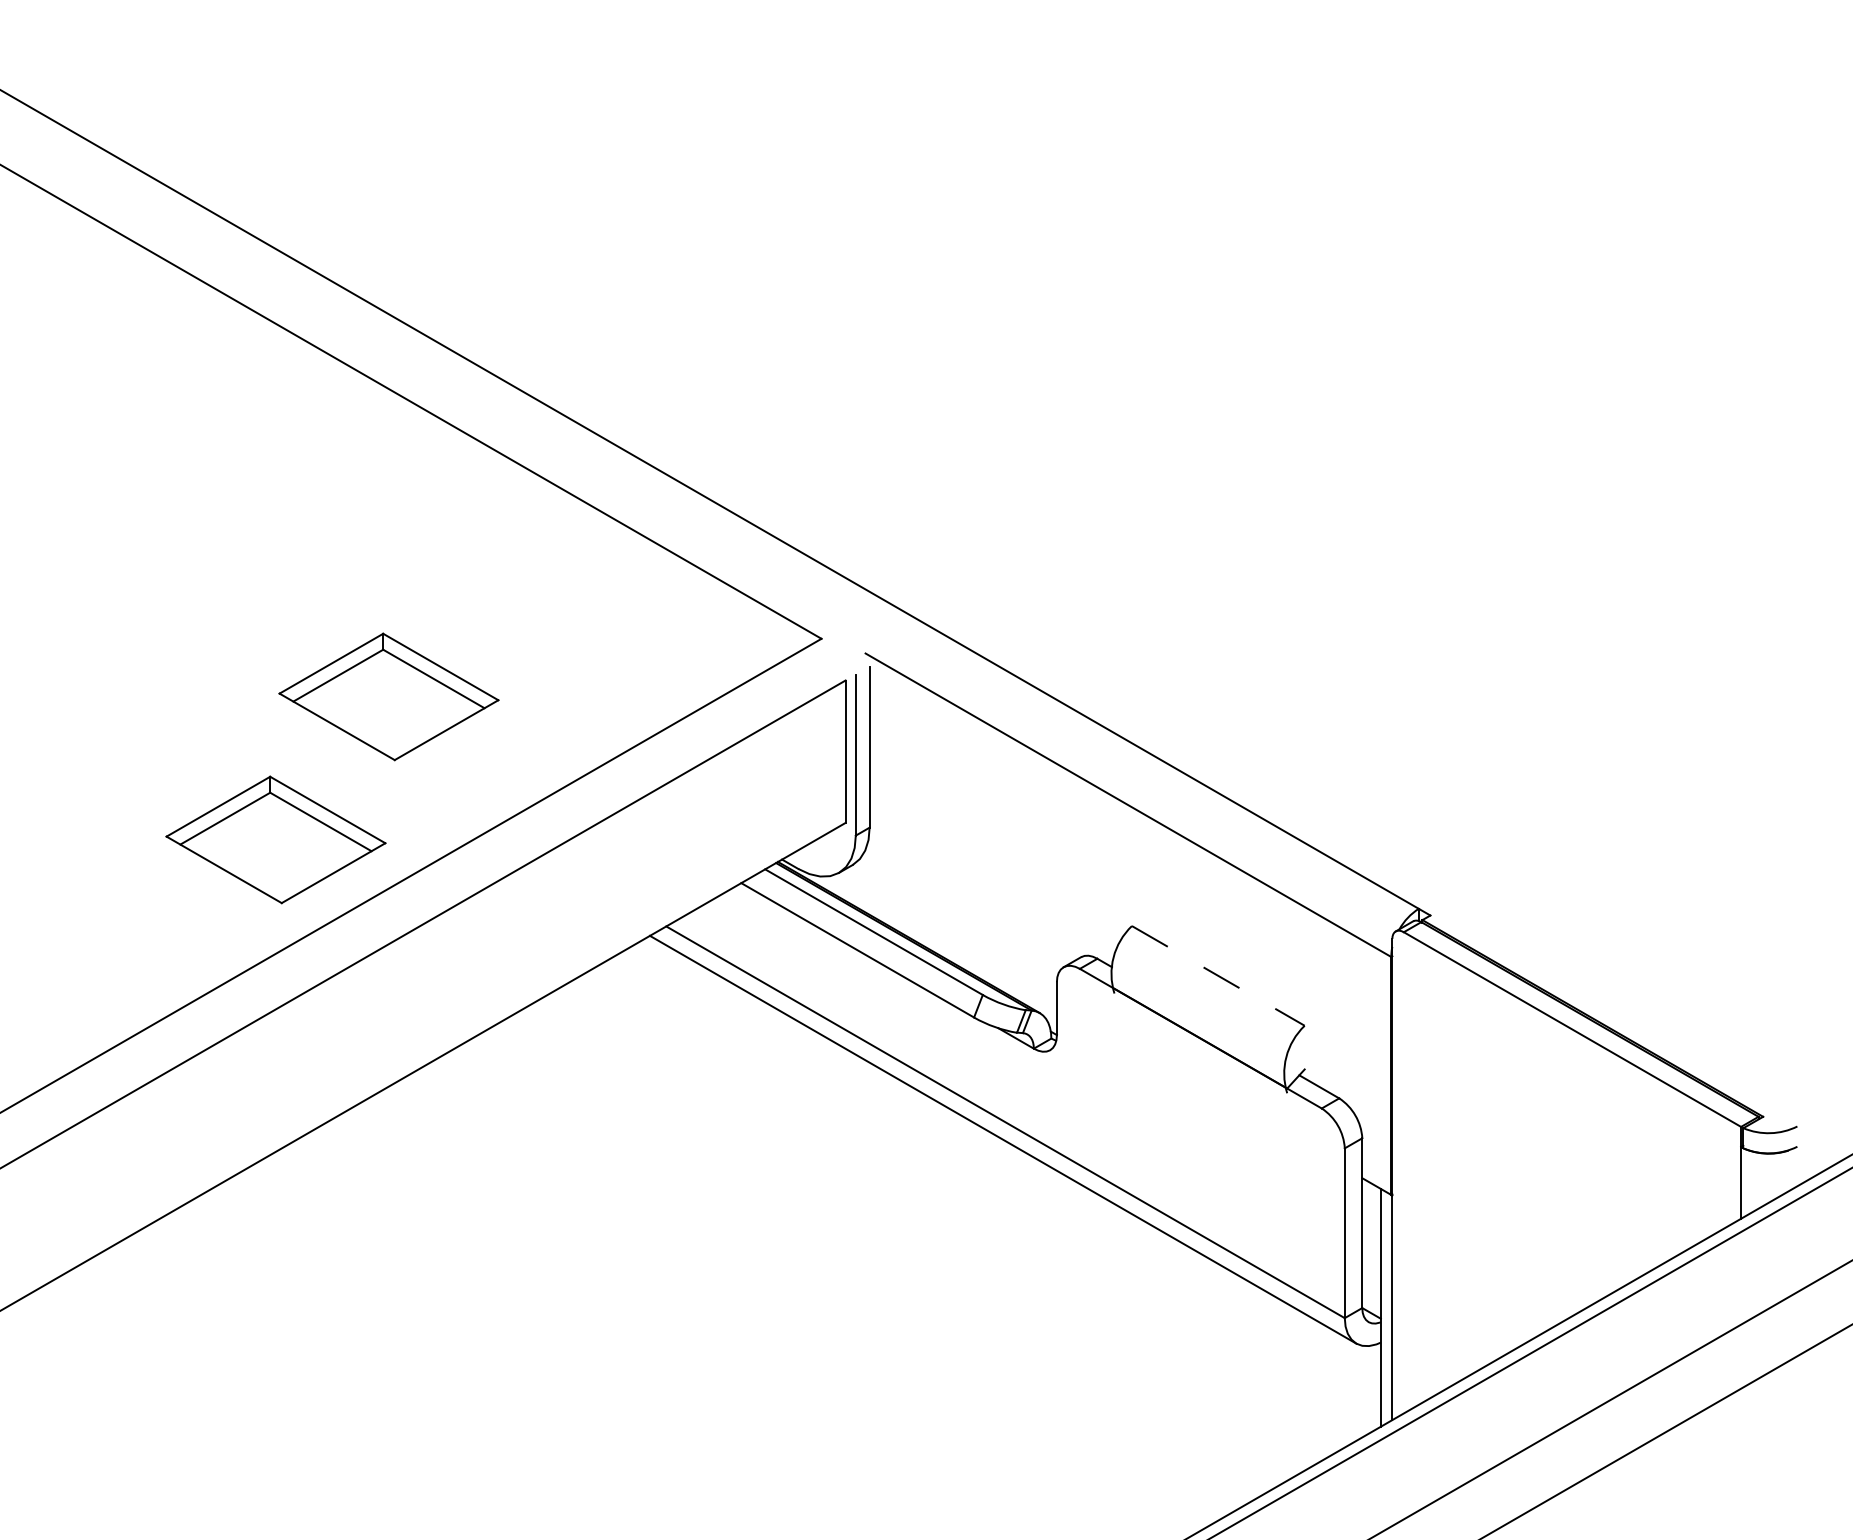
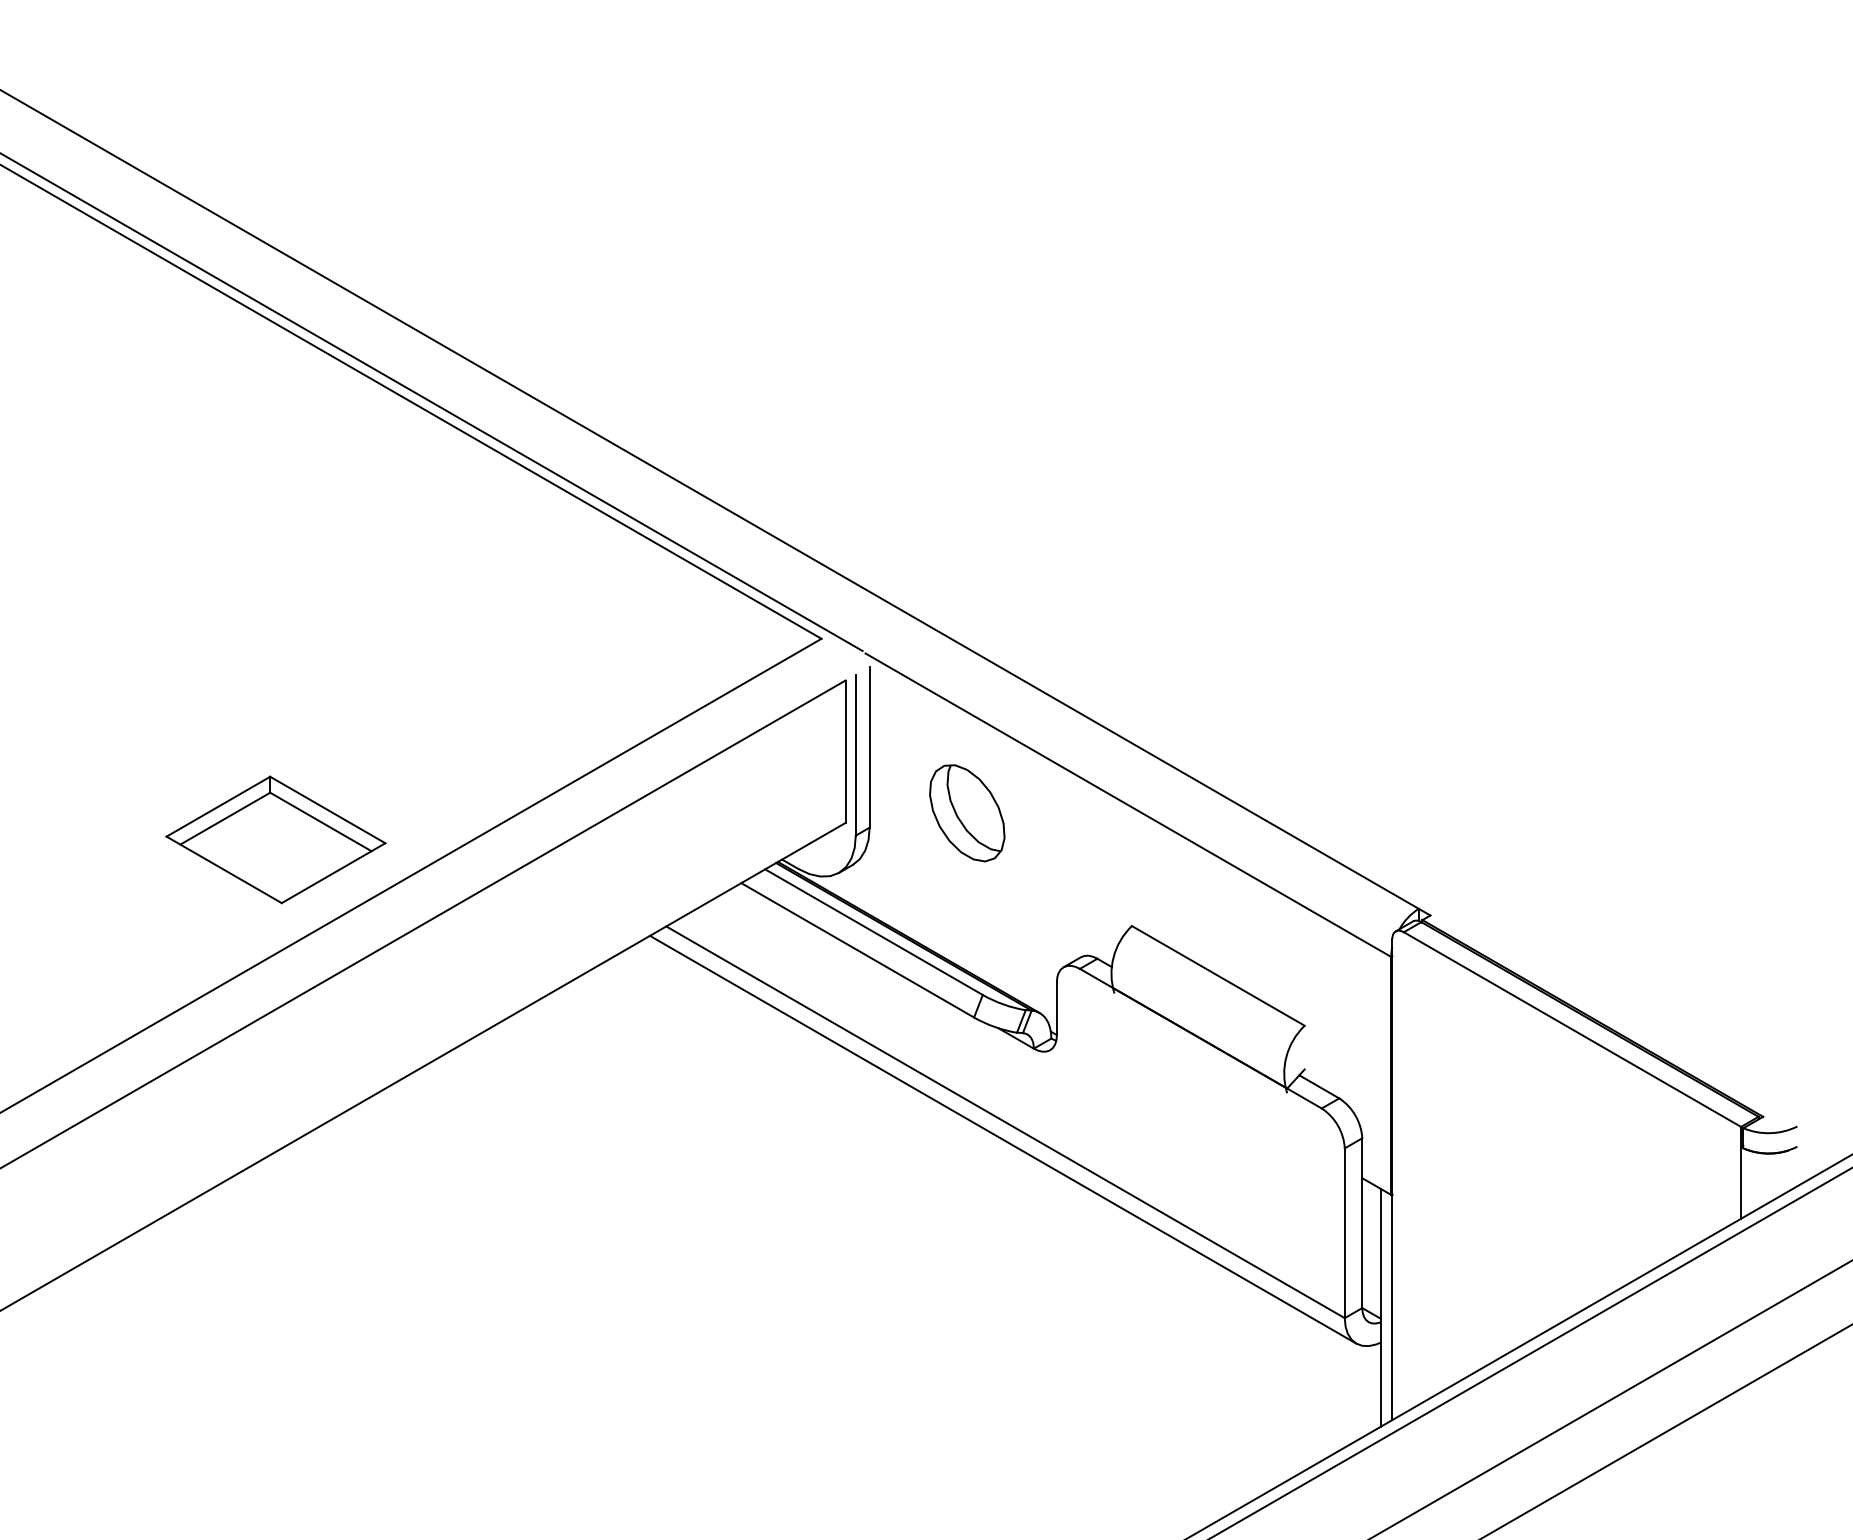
line at (432, 402): none -> present
part at (388, 696): present -> none
part at (967, 813): none -> present
line at (1218, 975): dashed -> solid
